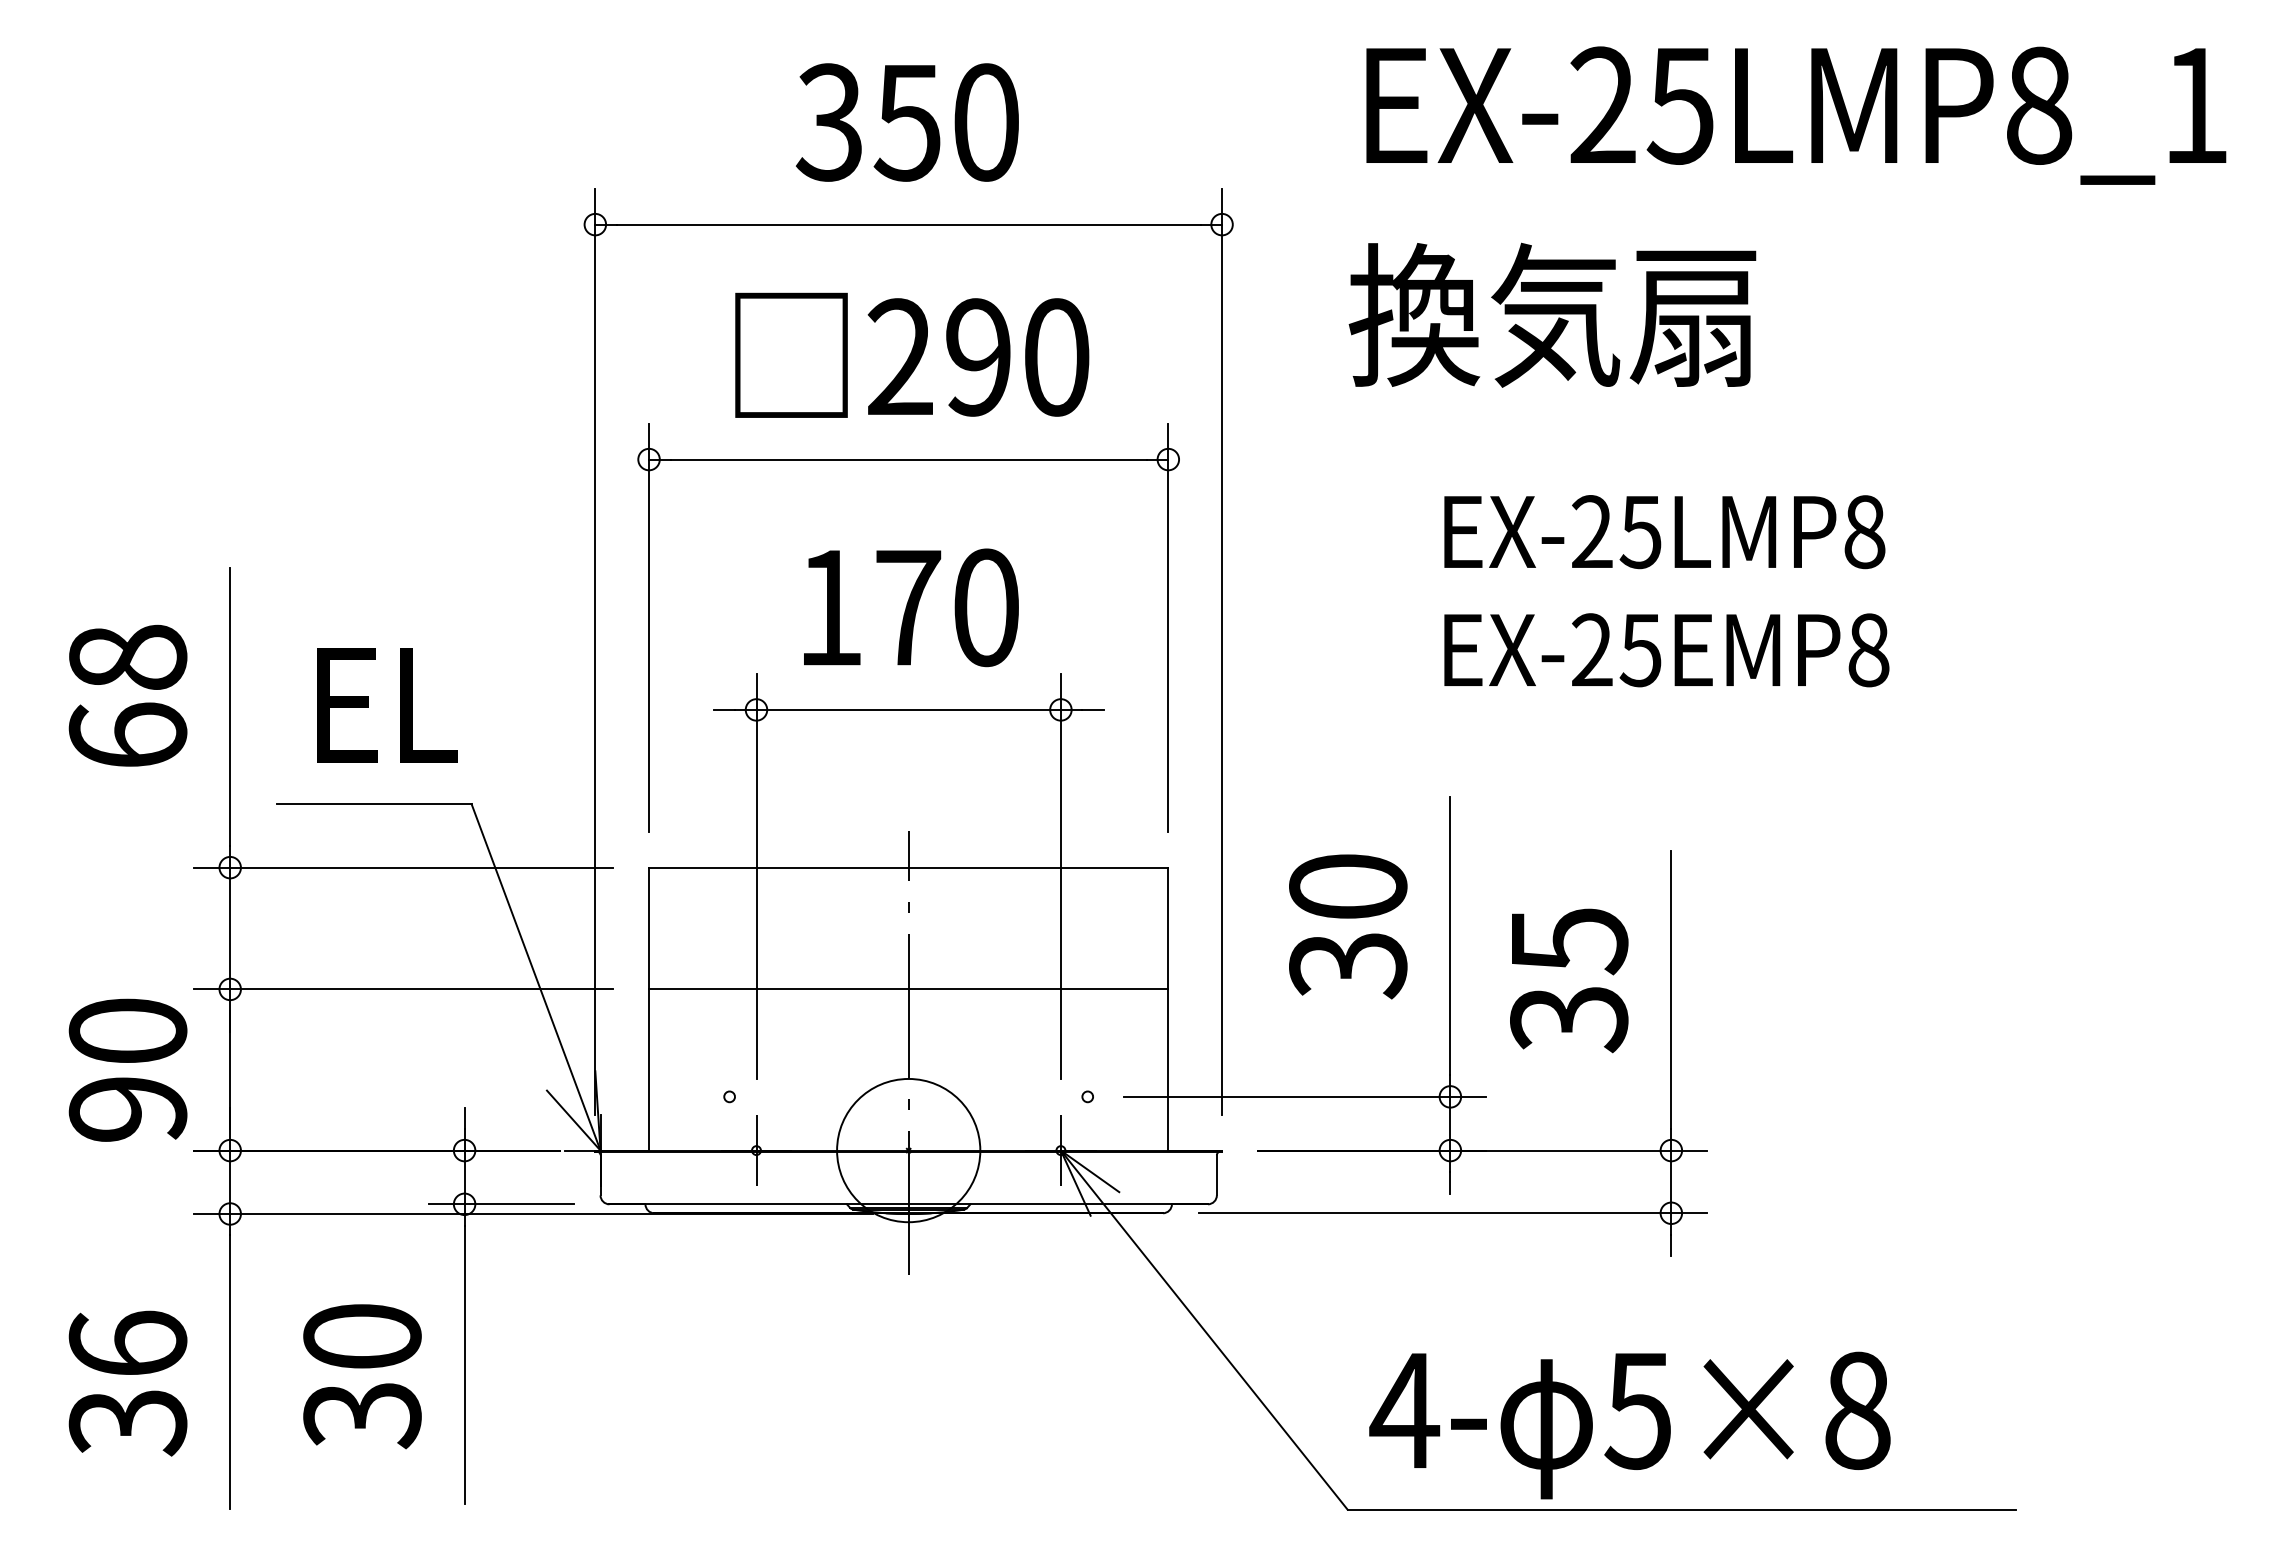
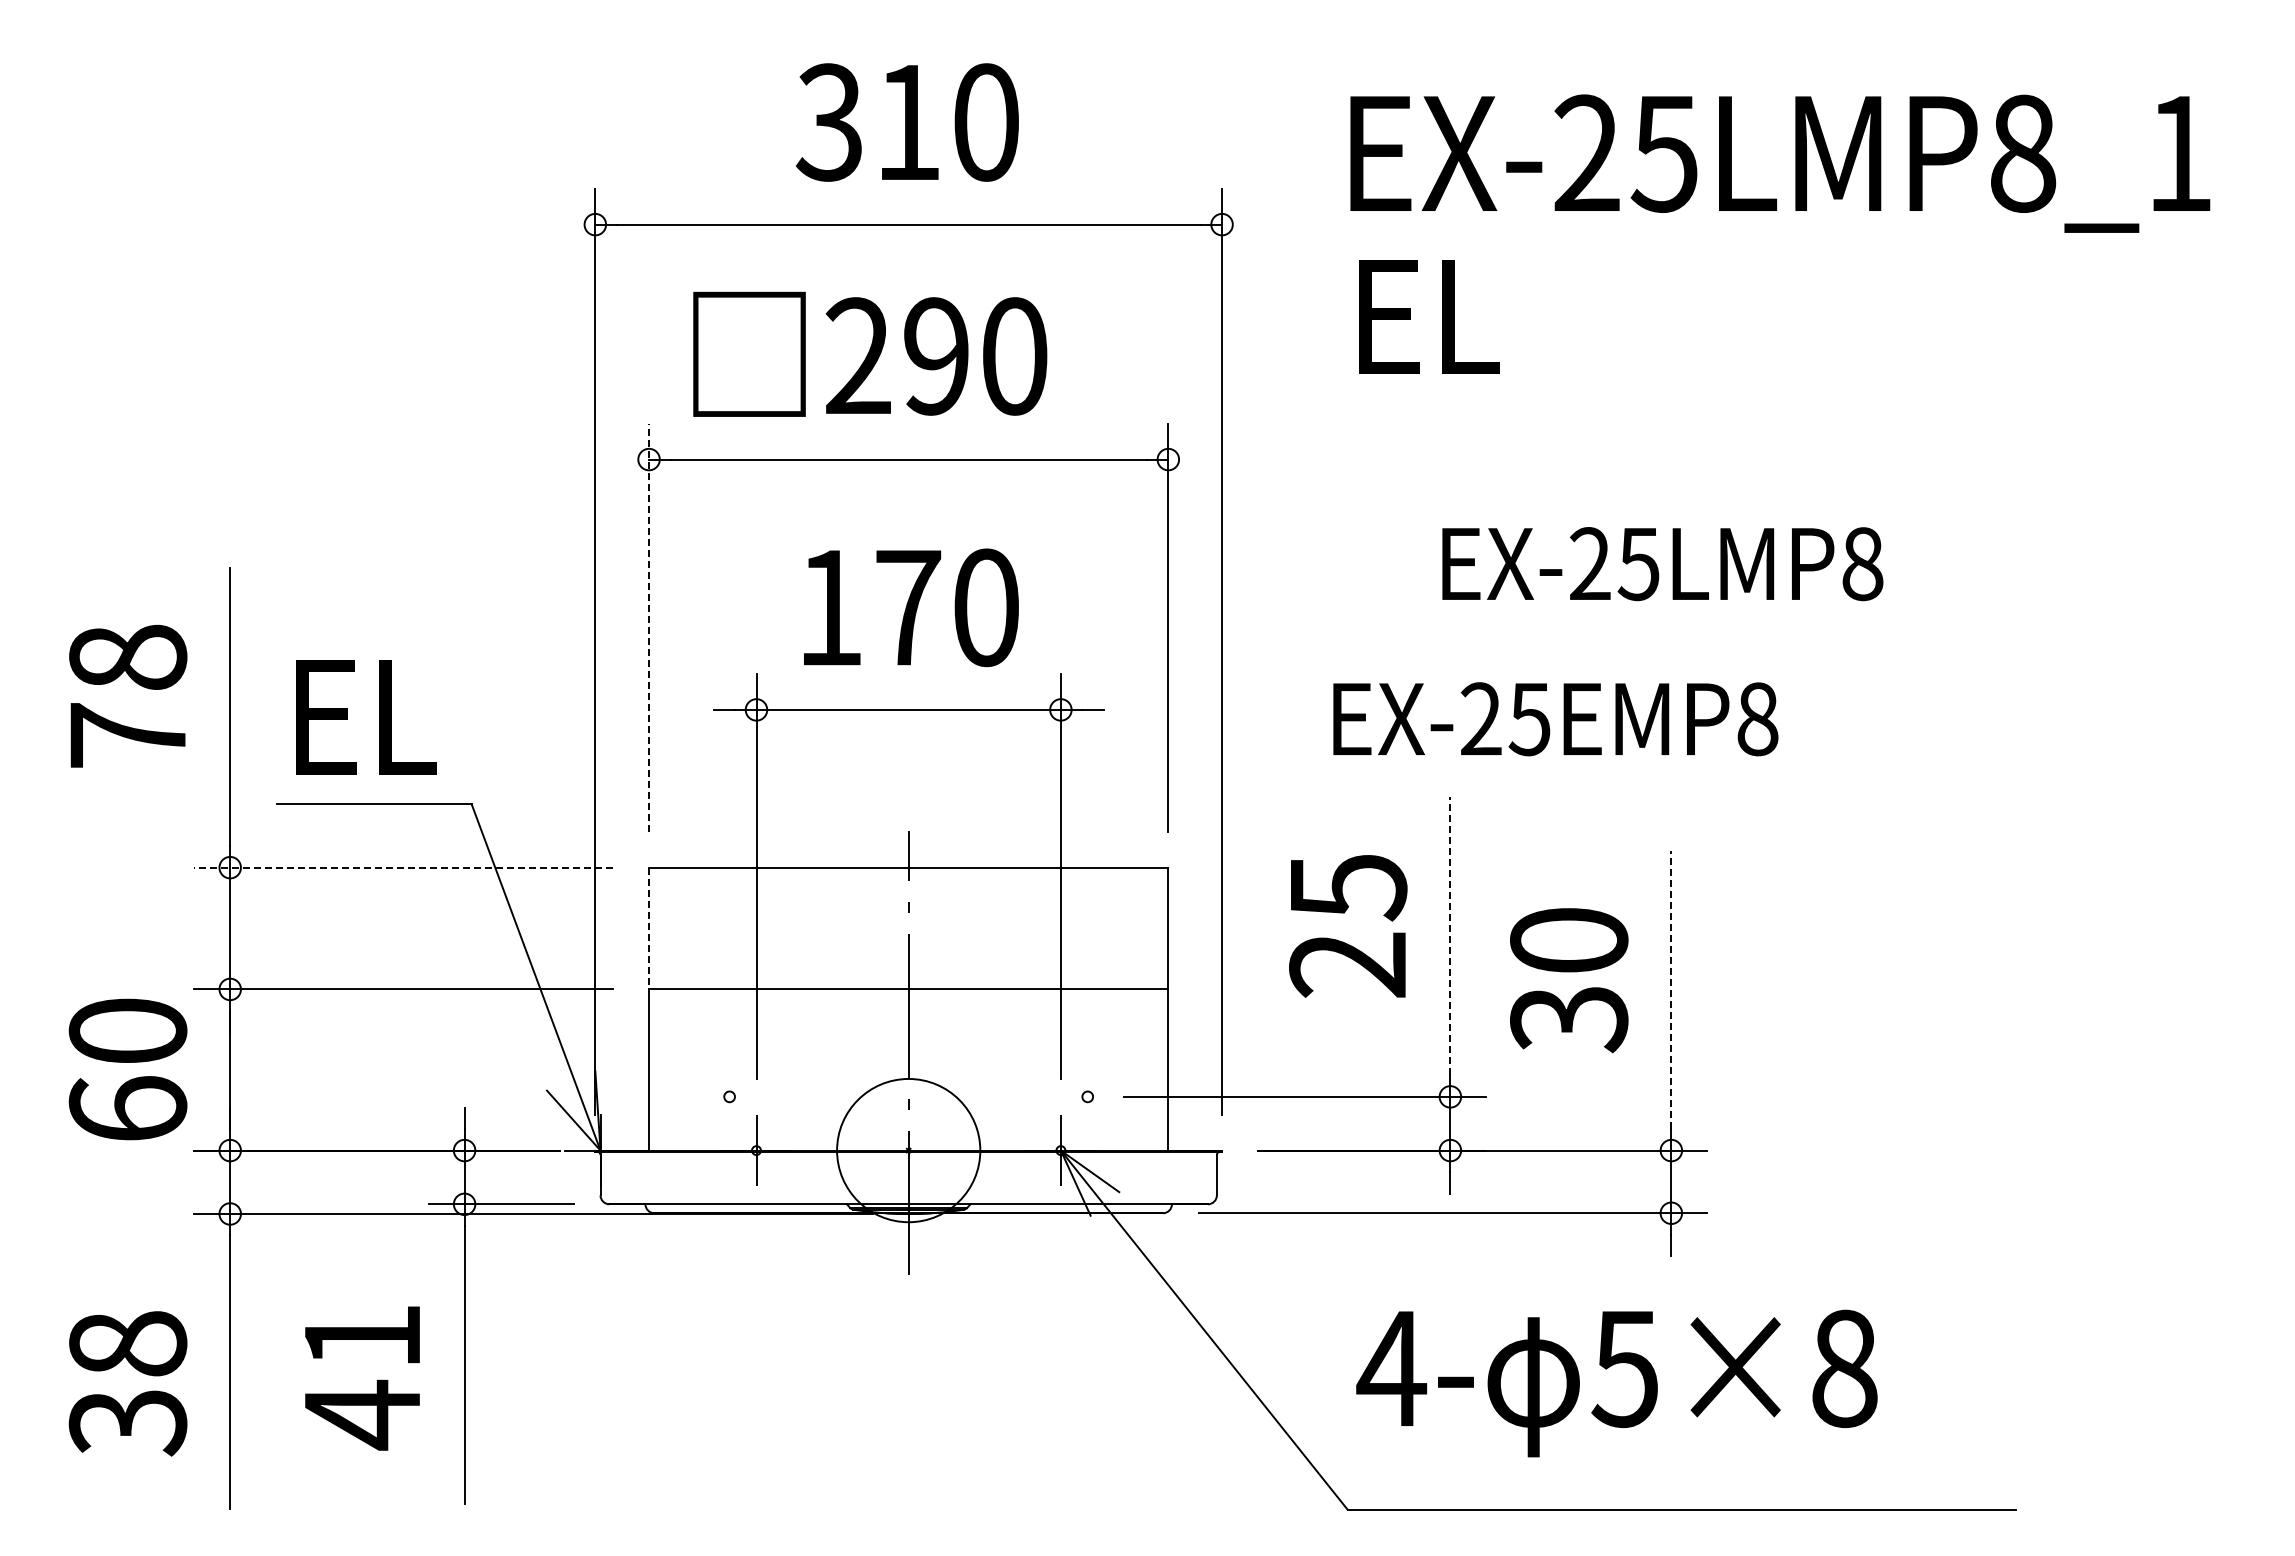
text at (1796, 115) position: (1796, 115) -> (1780, 163)
text at (906, 123): 350 -> 310
text at (1552, 314): 換気扇 -> EL
text at (912, 354) position: (912, 354) -> (870, 353)
text at (1664, 532) position: (1664, 532) -> (1662, 564)
line at (649, 627): solid -> dashed
text at (1666, 650) position: (1666, 650) -> (1555, 719)
text at (387, 705) position: (387, 705) -> (366, 717)
text at (127, 734): 68 -> 78
line at (403, 867): solid -> dashed
text at (1348, 926): 30 -> 25
line at (649, 928): solid -> dashed
line at (1450, 935): solid -> dashed
text at (1569, 941): 35 -> 30
line at (1671, 989): solid -> dashed
text at (127, 1108): 90 -> 60
text at (127, 1343): 36 -> 38
text at (362, 1377): 30 -> 41
text at (1629, 1425) position: (1629, 1425) -> (1616, 1383)
